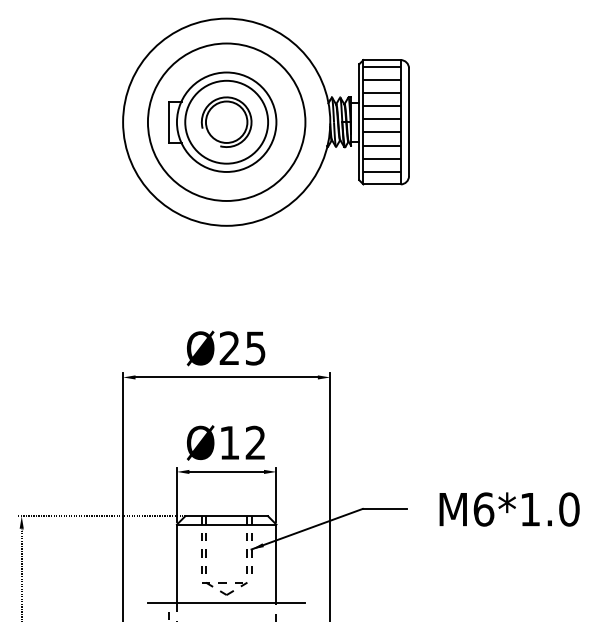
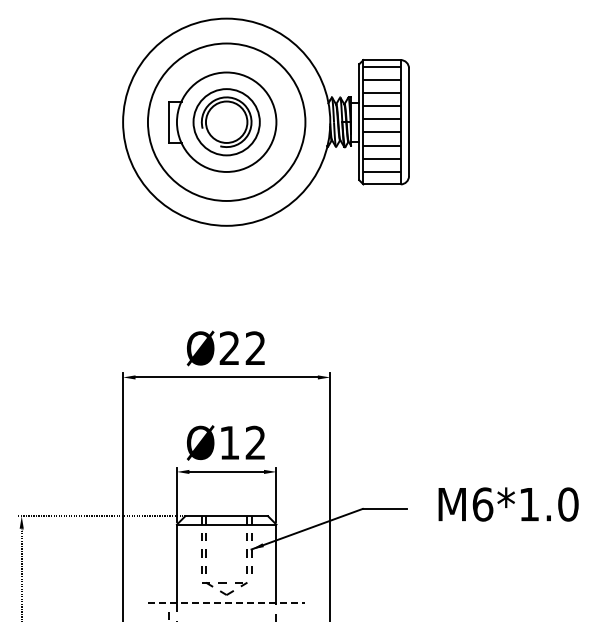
circle at (226, 121) diameter: 83 px -> 66 px
text at (255, 348): Ø25 -> Ø22
text at (509, 509) position: (509, 509) -> (508, 504)
line at (226, 603): solid -> dashed
